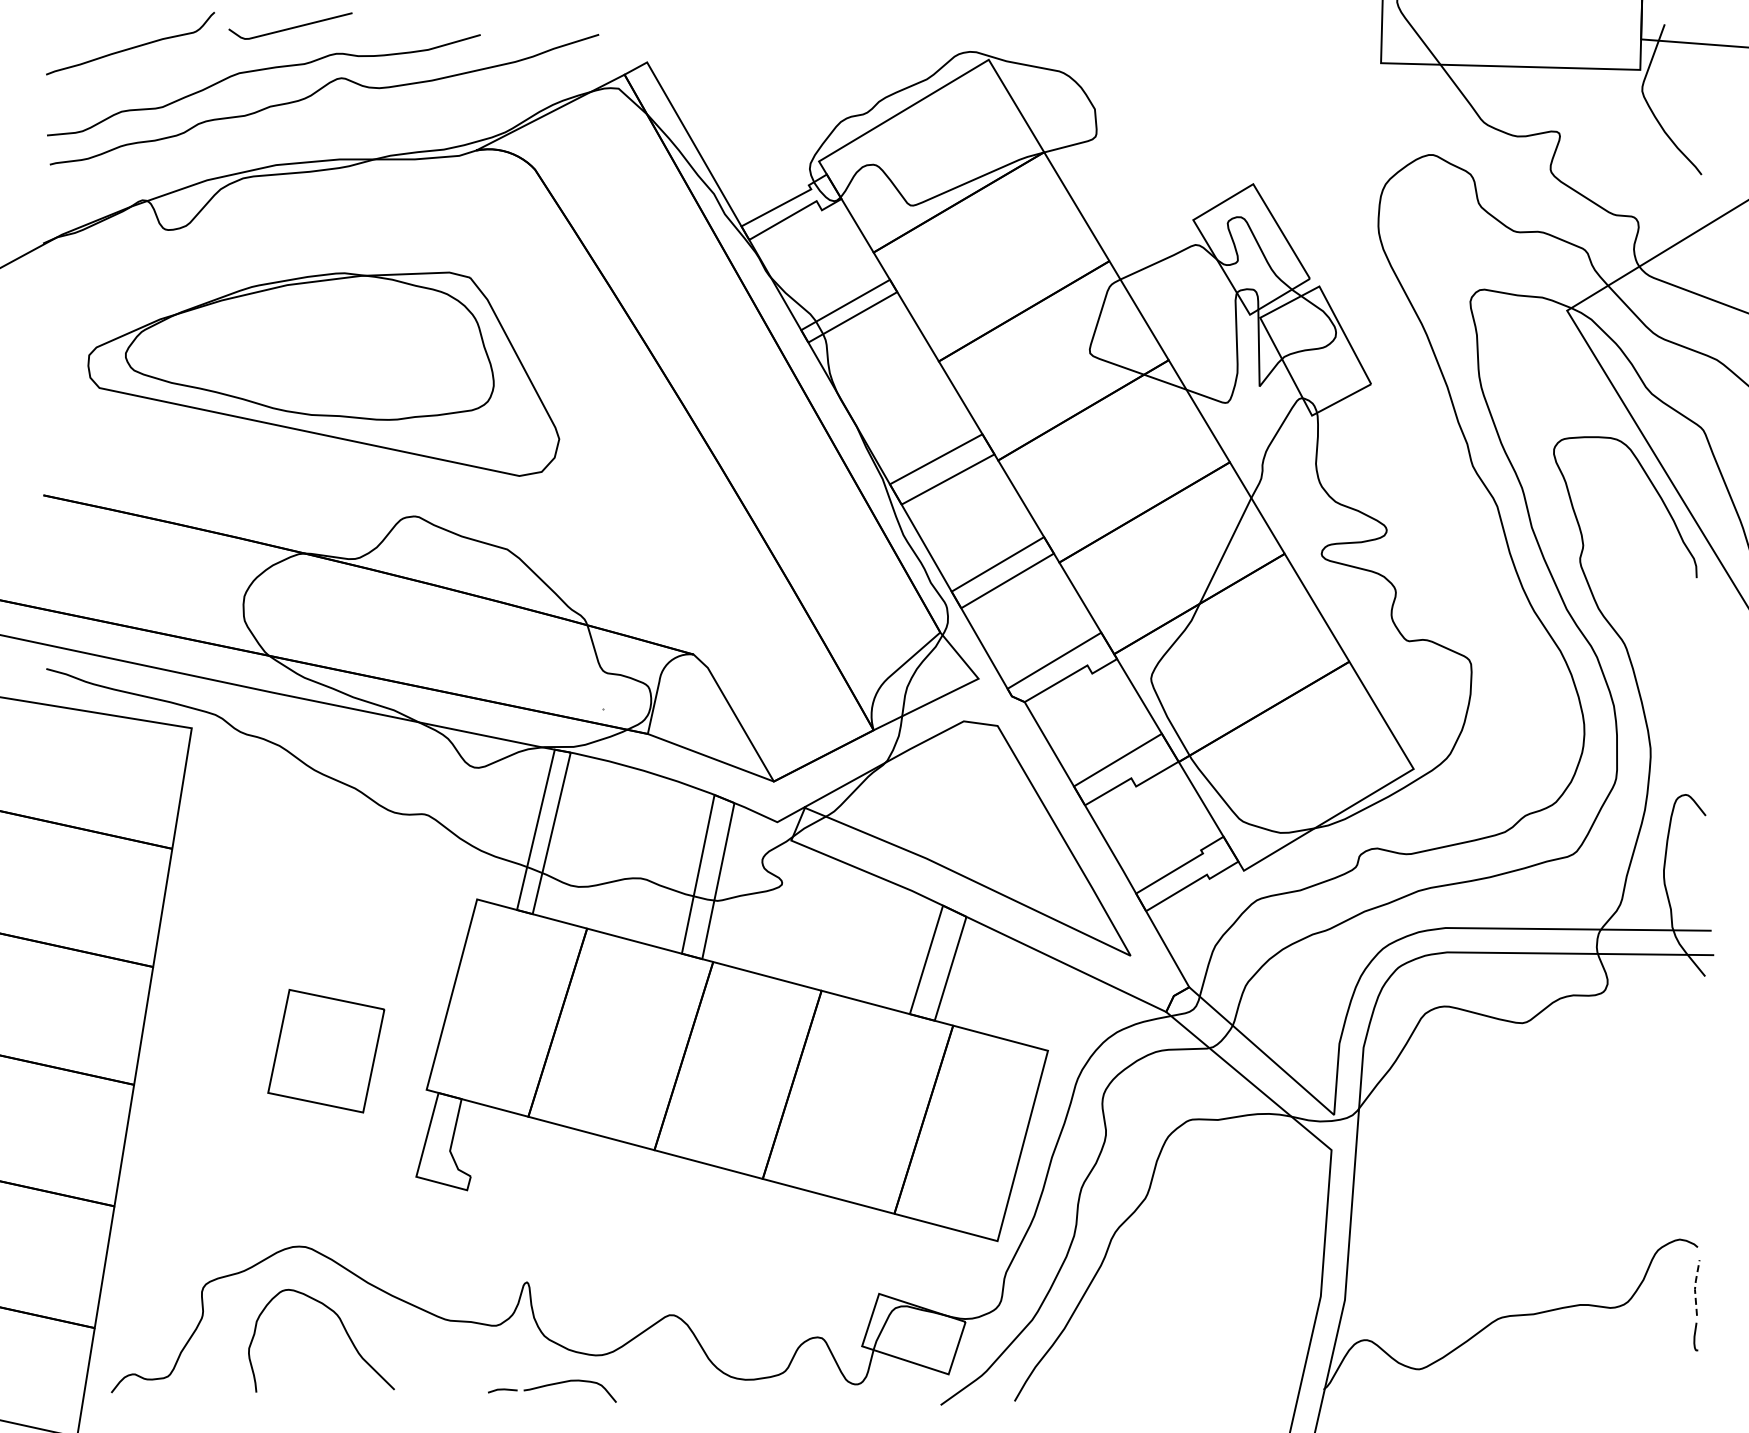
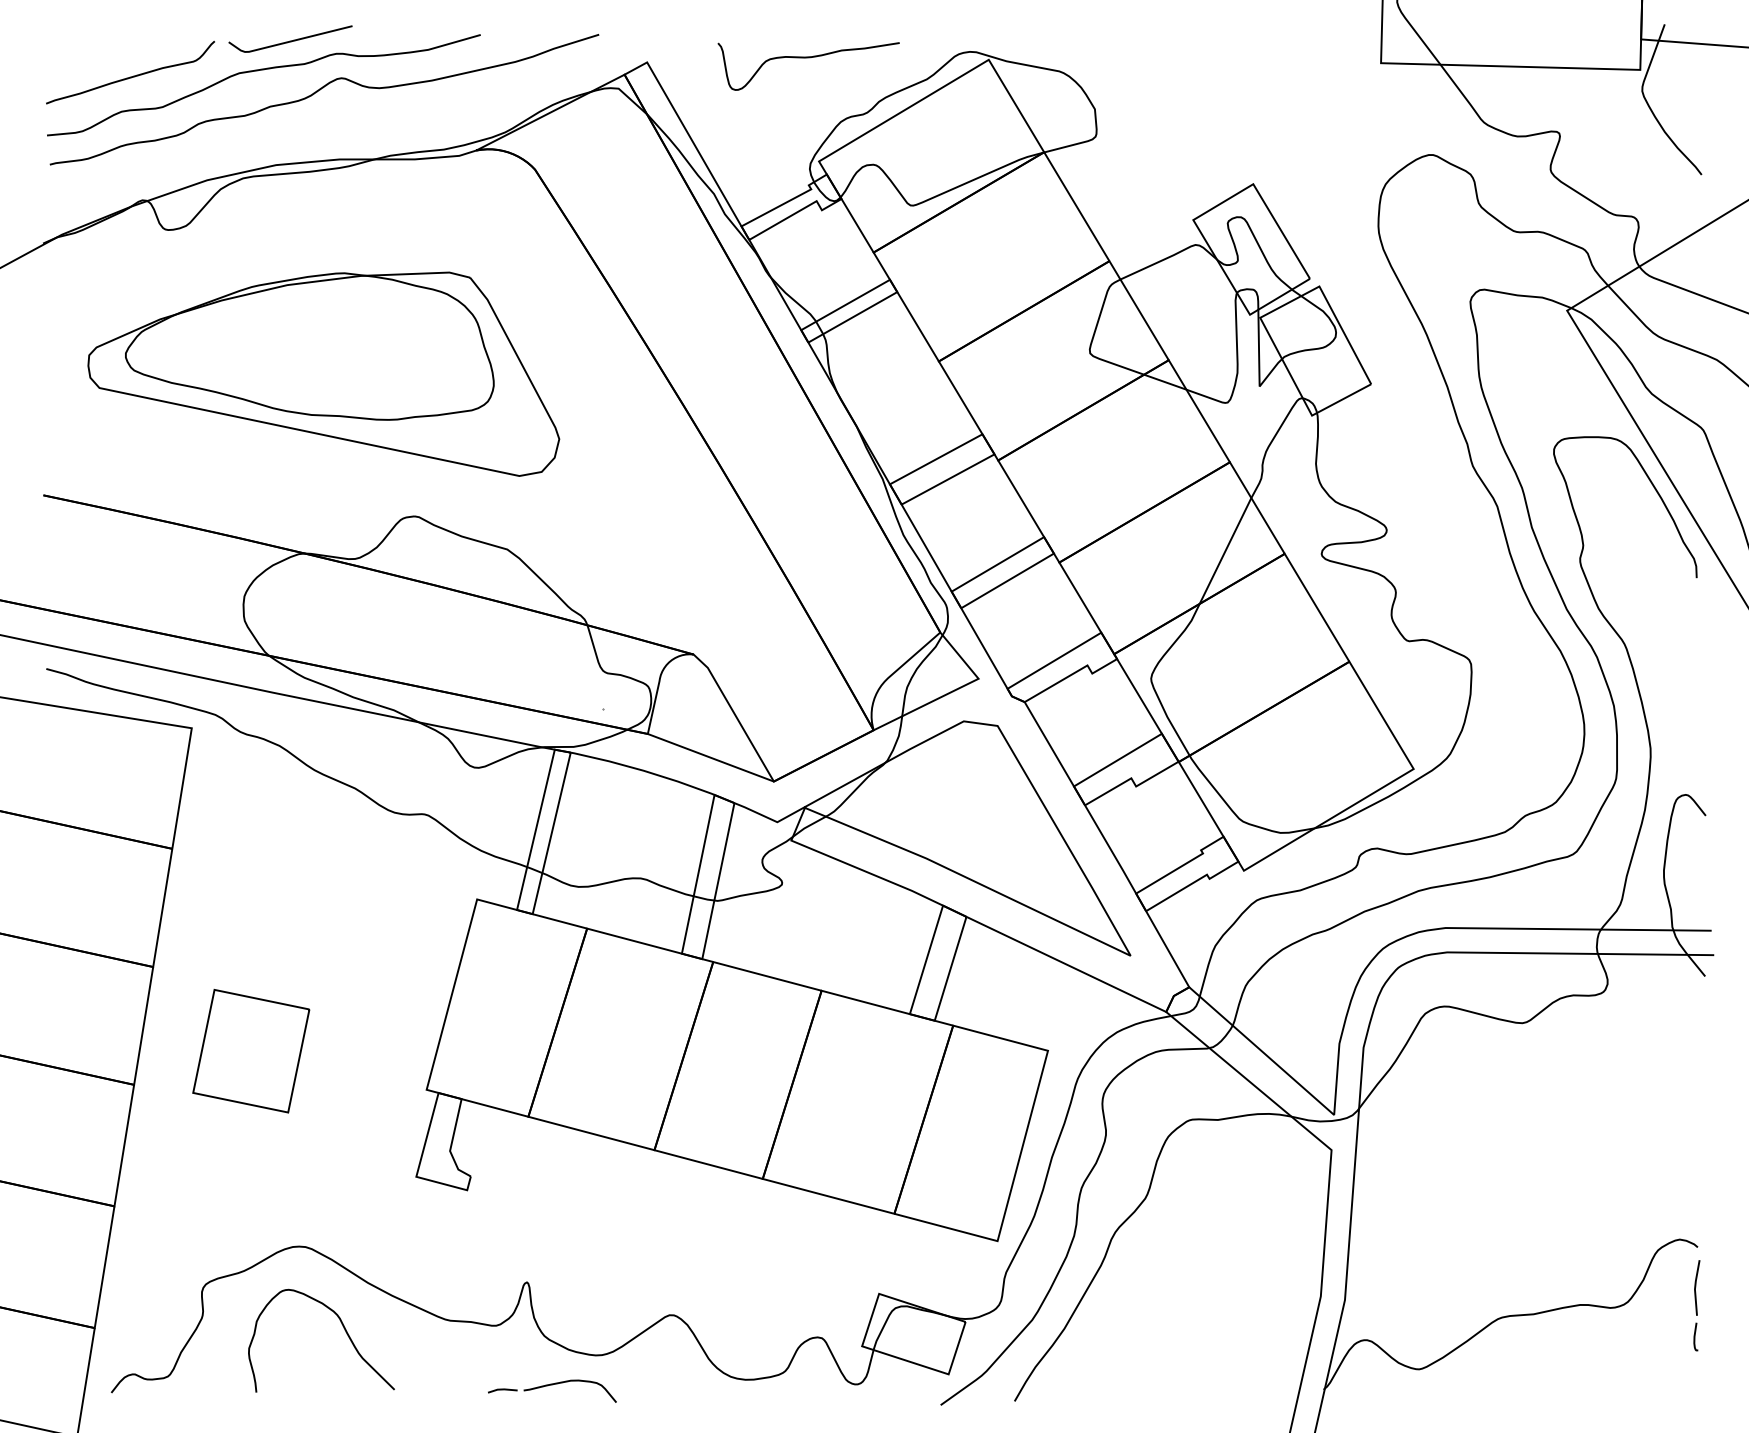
line at (290, 27) position: (290, 27) -> (290, 40)
curve at (130, 47) position: (130, 47) -> (130, 76)
curve at (808, 58): none -> present
part at (326, 1051) position: (326, 1051) -> (251, 1051)
line at (1695, 1287): dashed -> solid
